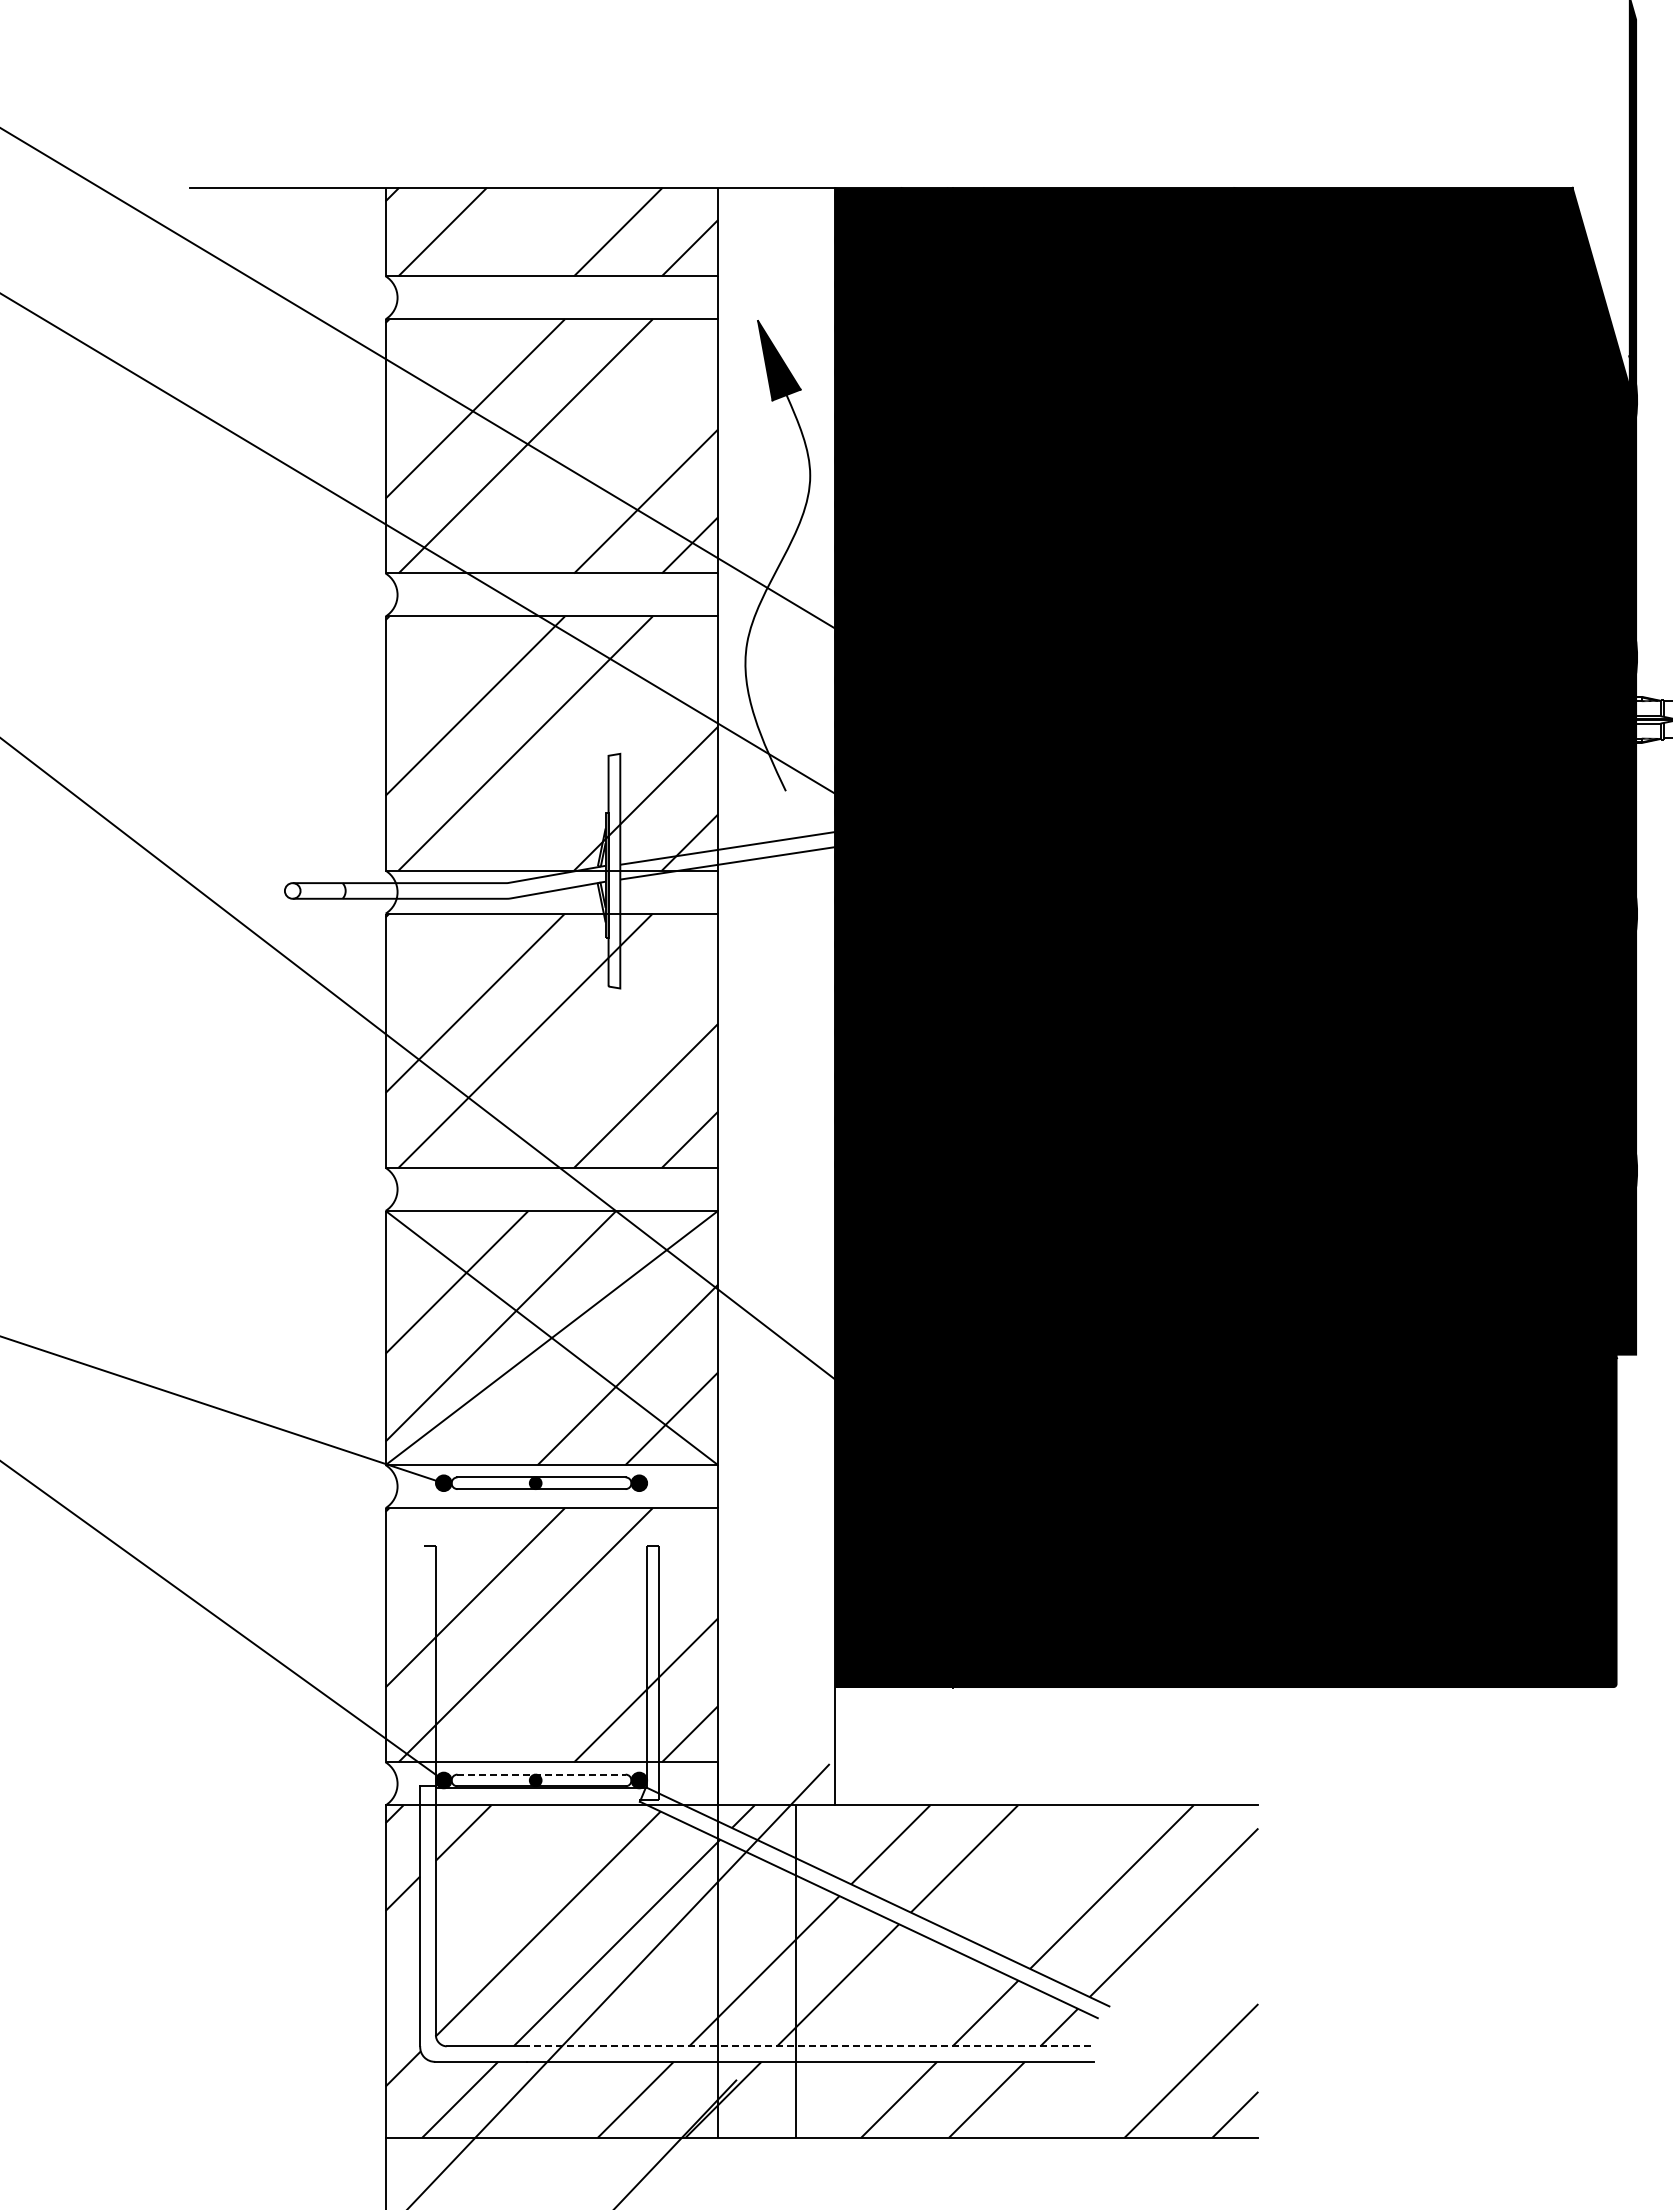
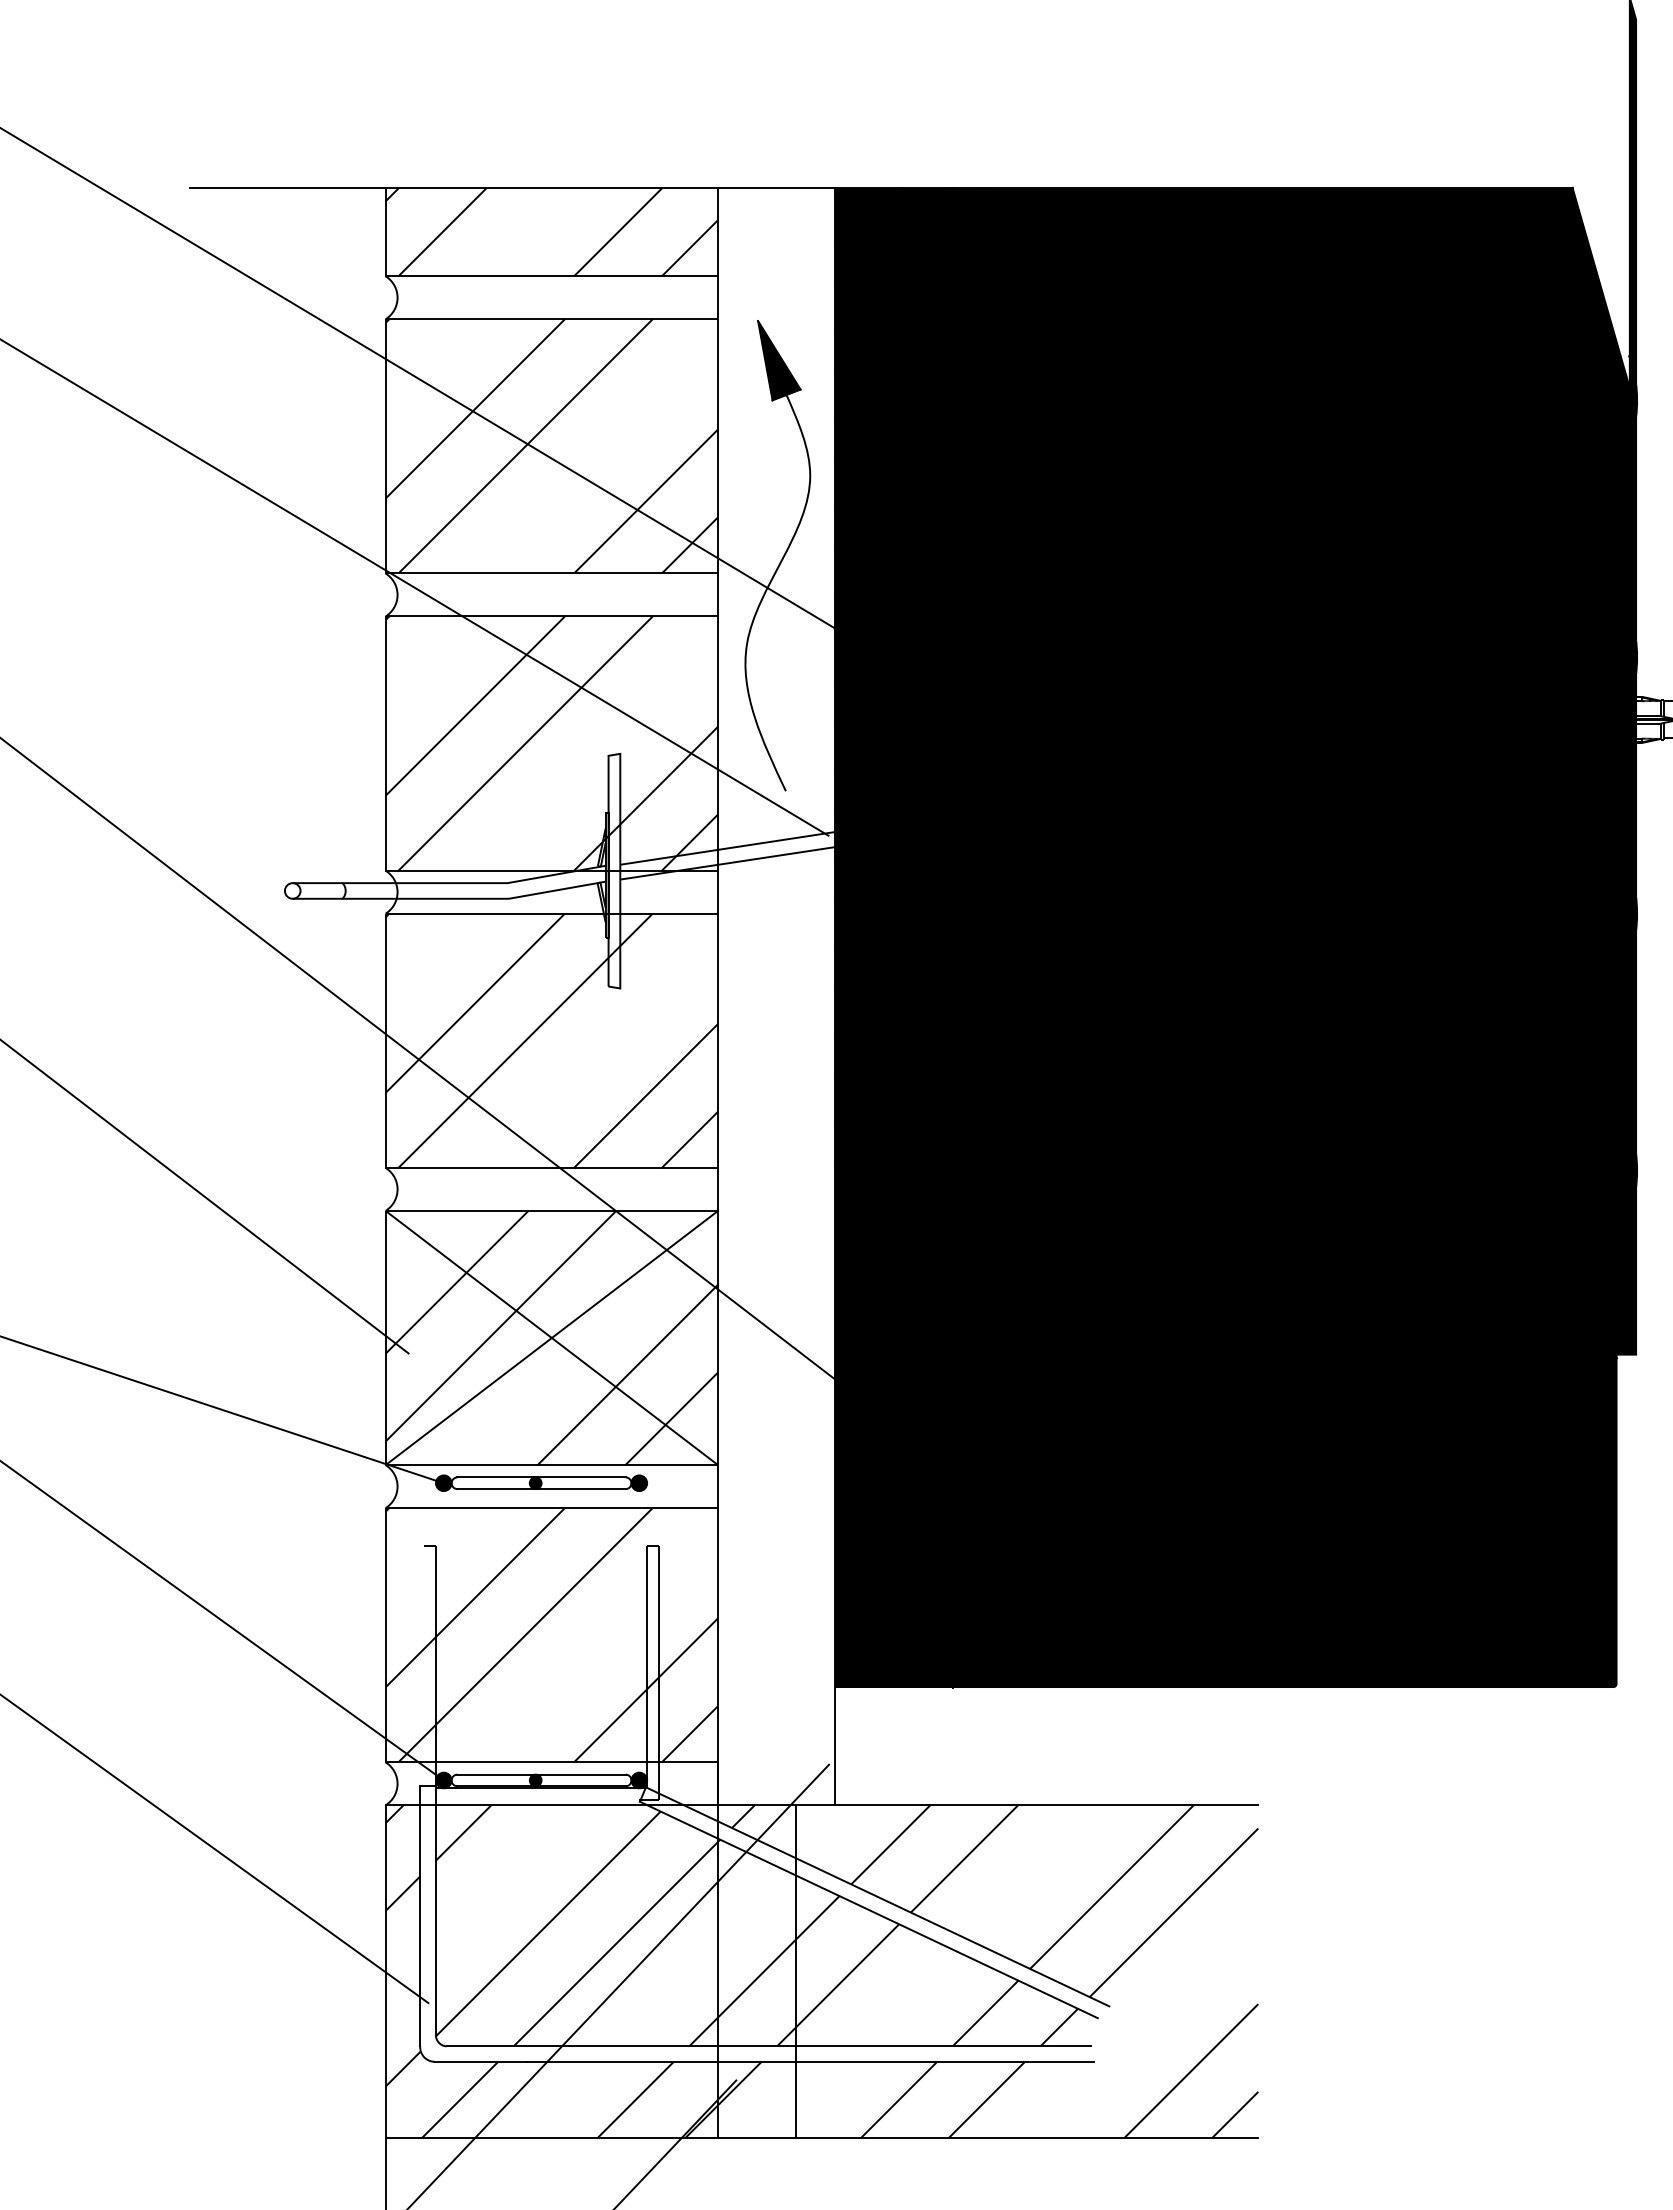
line at (425, 547) position: (425, 547) -> (415, 587)
line at (205, 1197): none -> present
line at (542, 1774): dashed -> solid
line at (215, 1849): none -> present
line at (808, 2046): dashed -> solid
